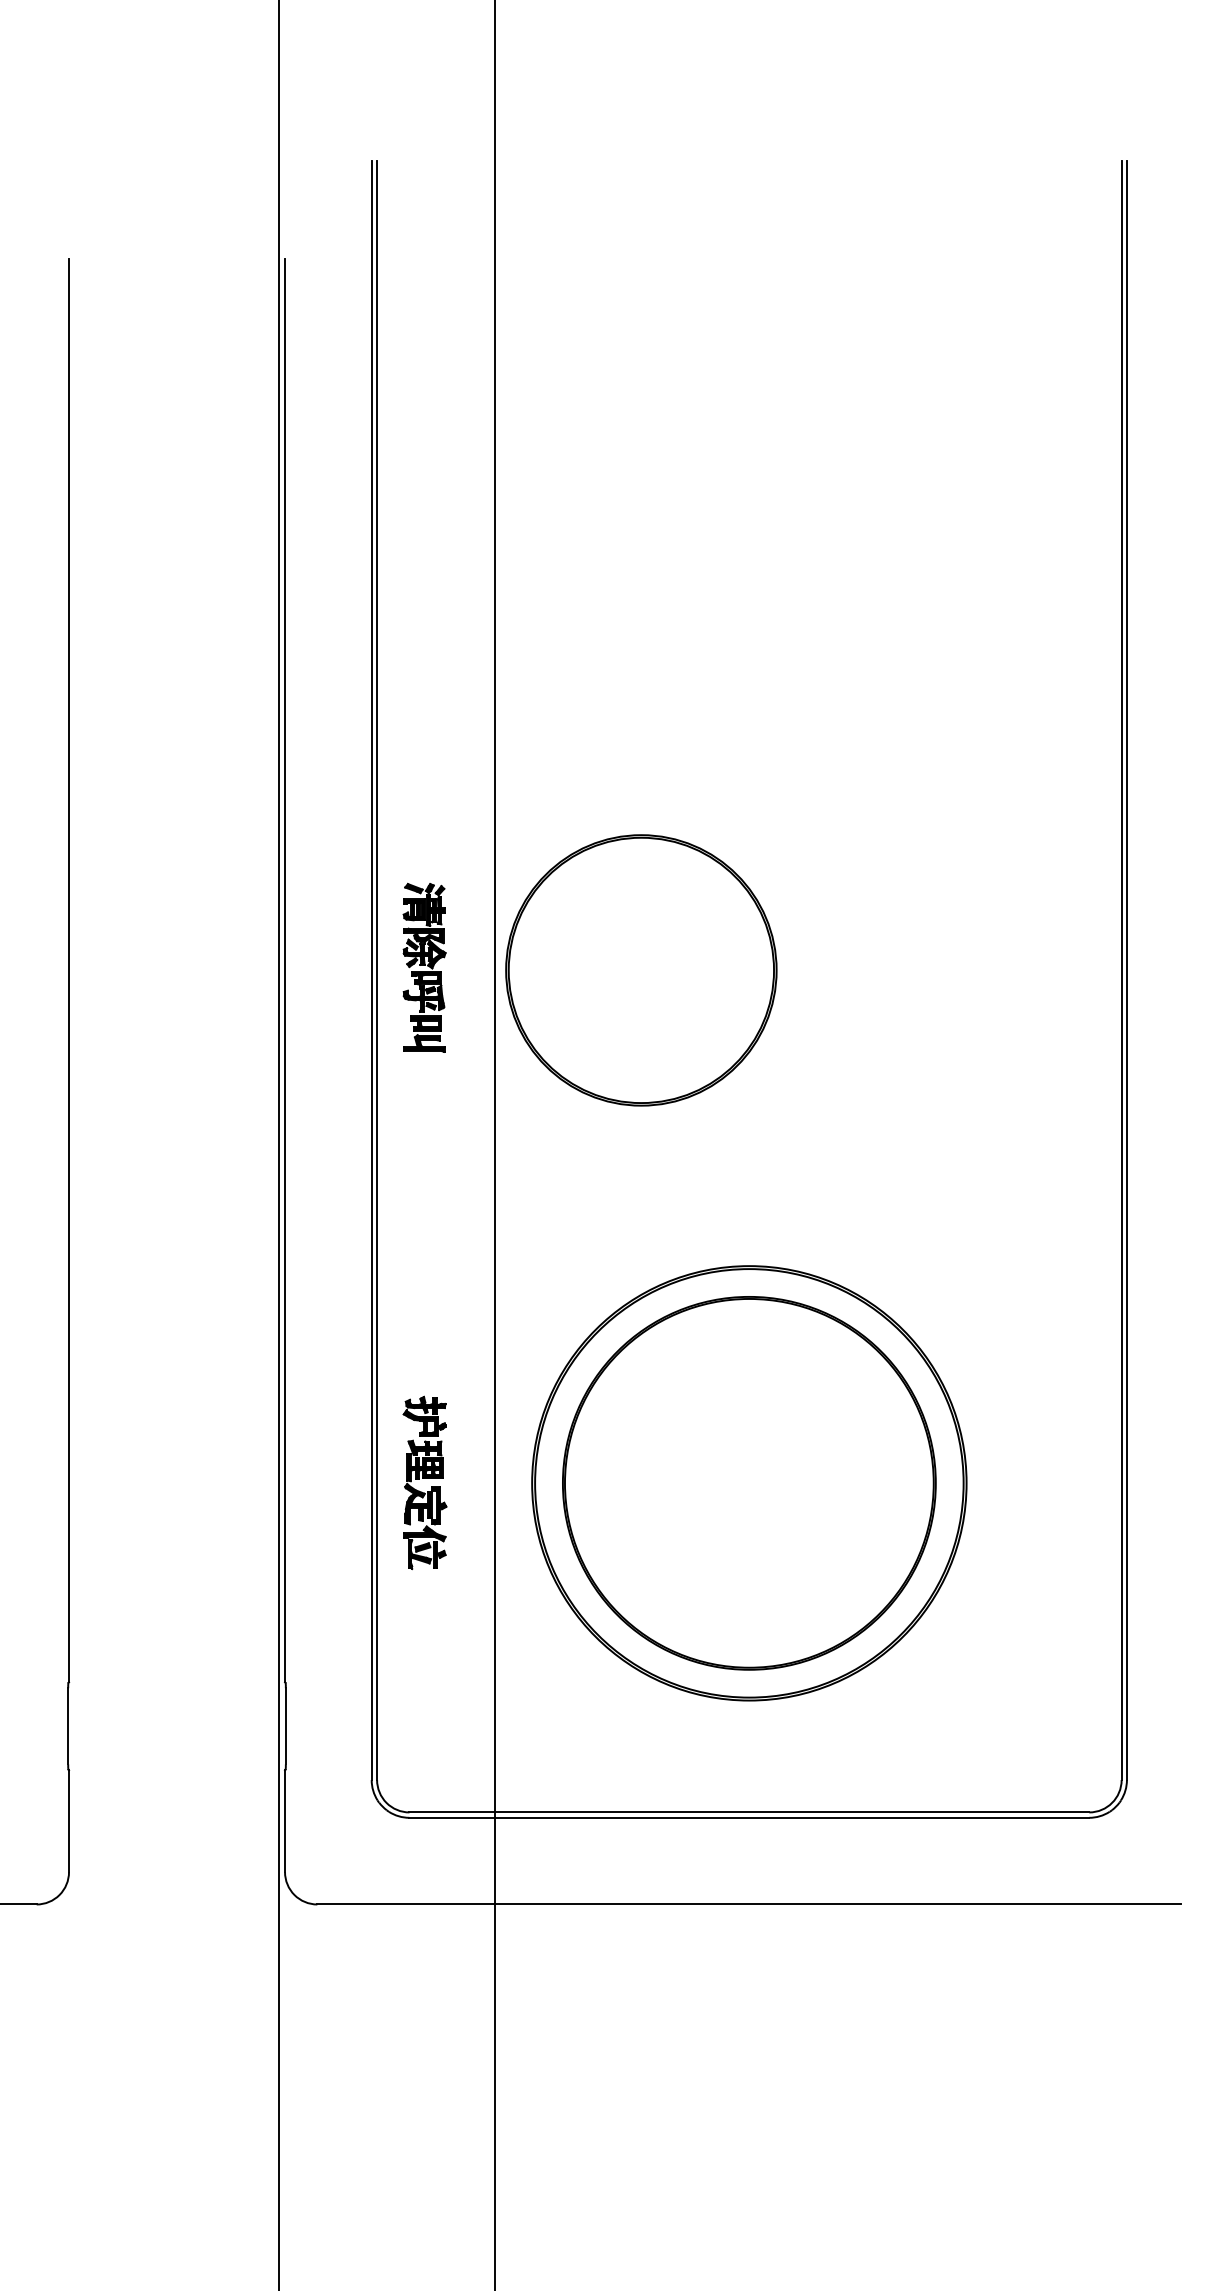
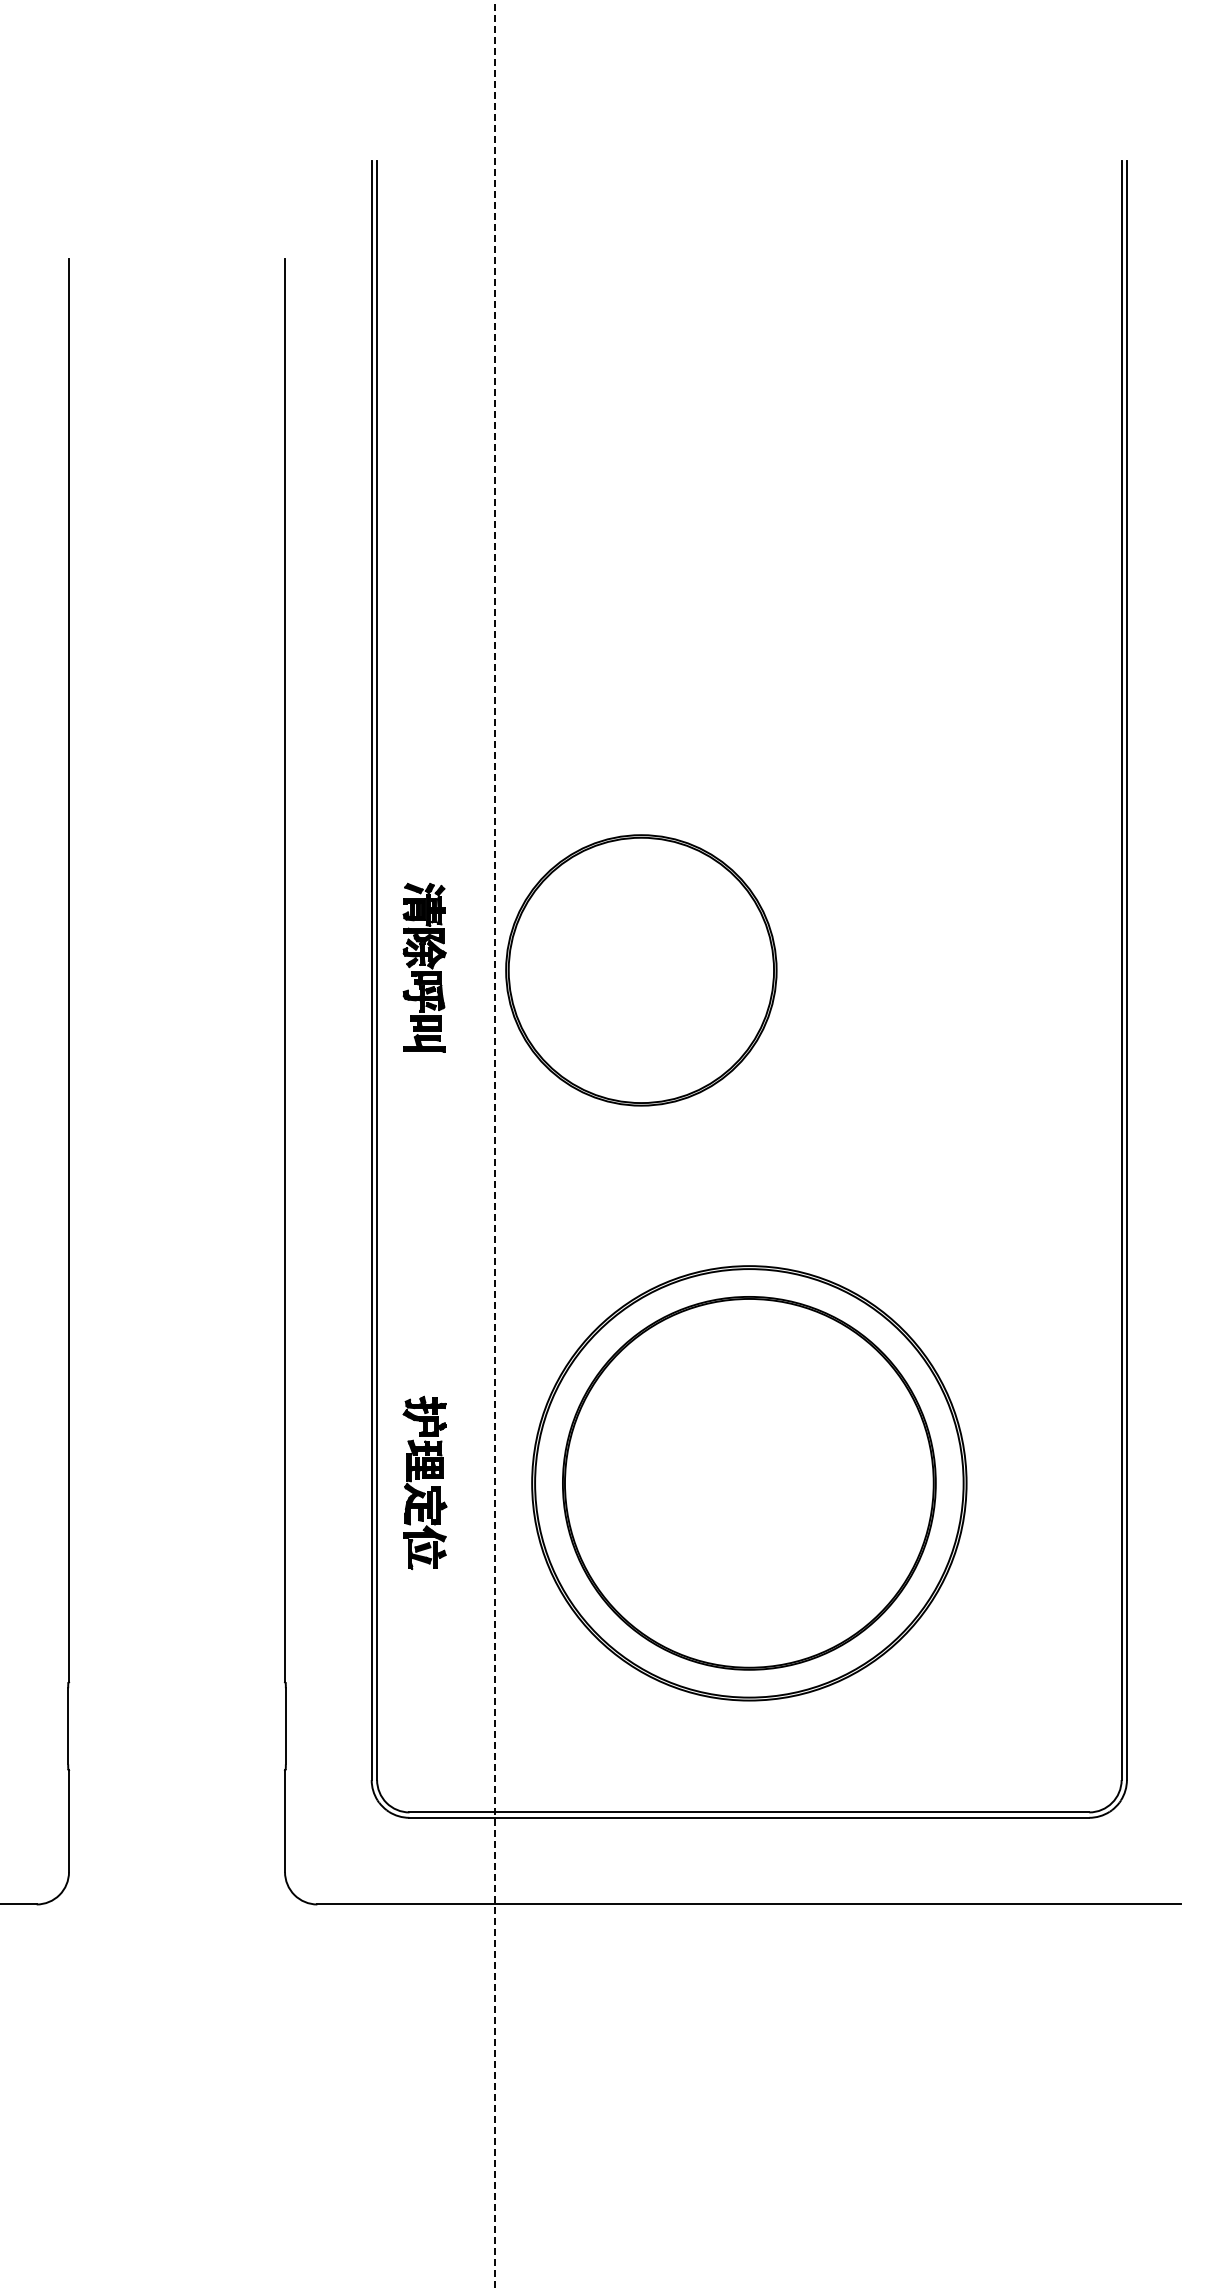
line at (278, 1144): present -> none
line at (494, 1145): solid -> dashed
